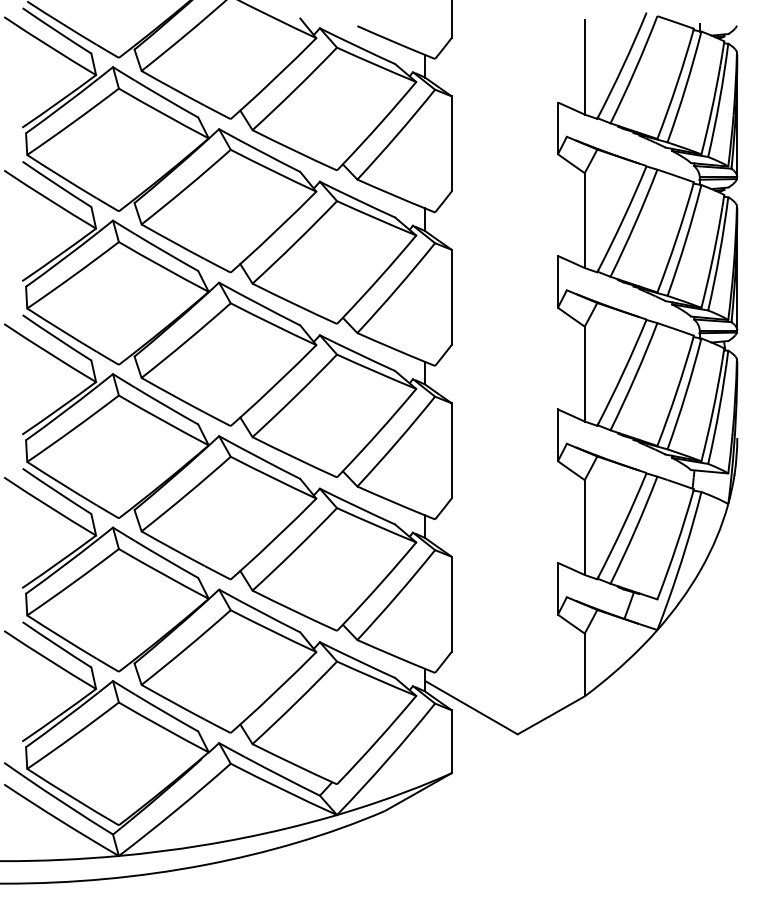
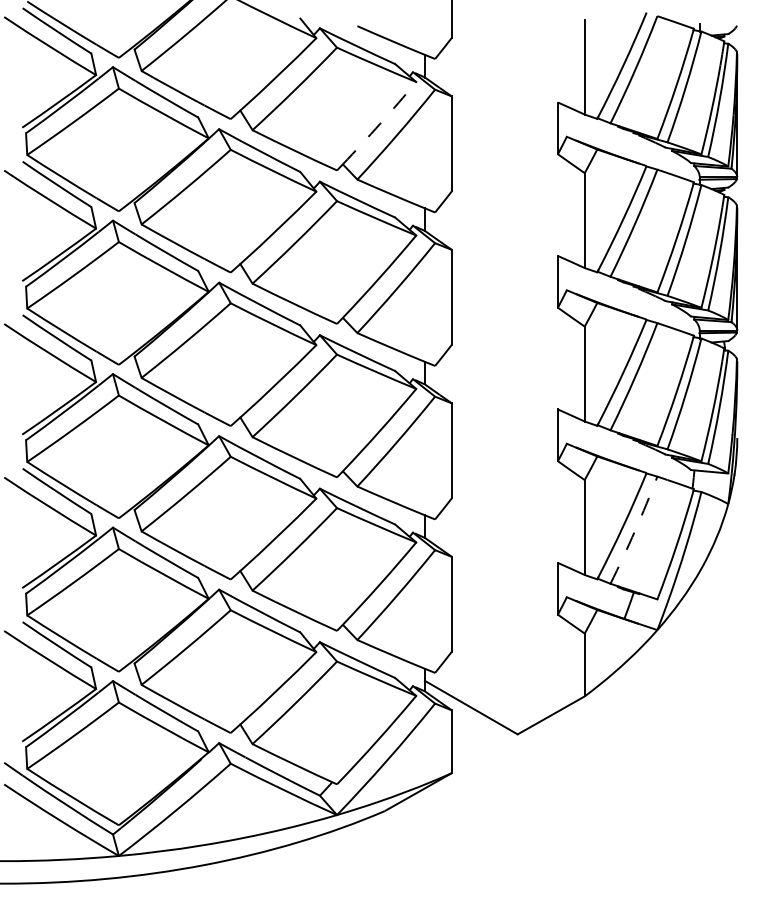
arc at (380, 123): solid -> dashed
arc at (635, 530): solid -> dashed
